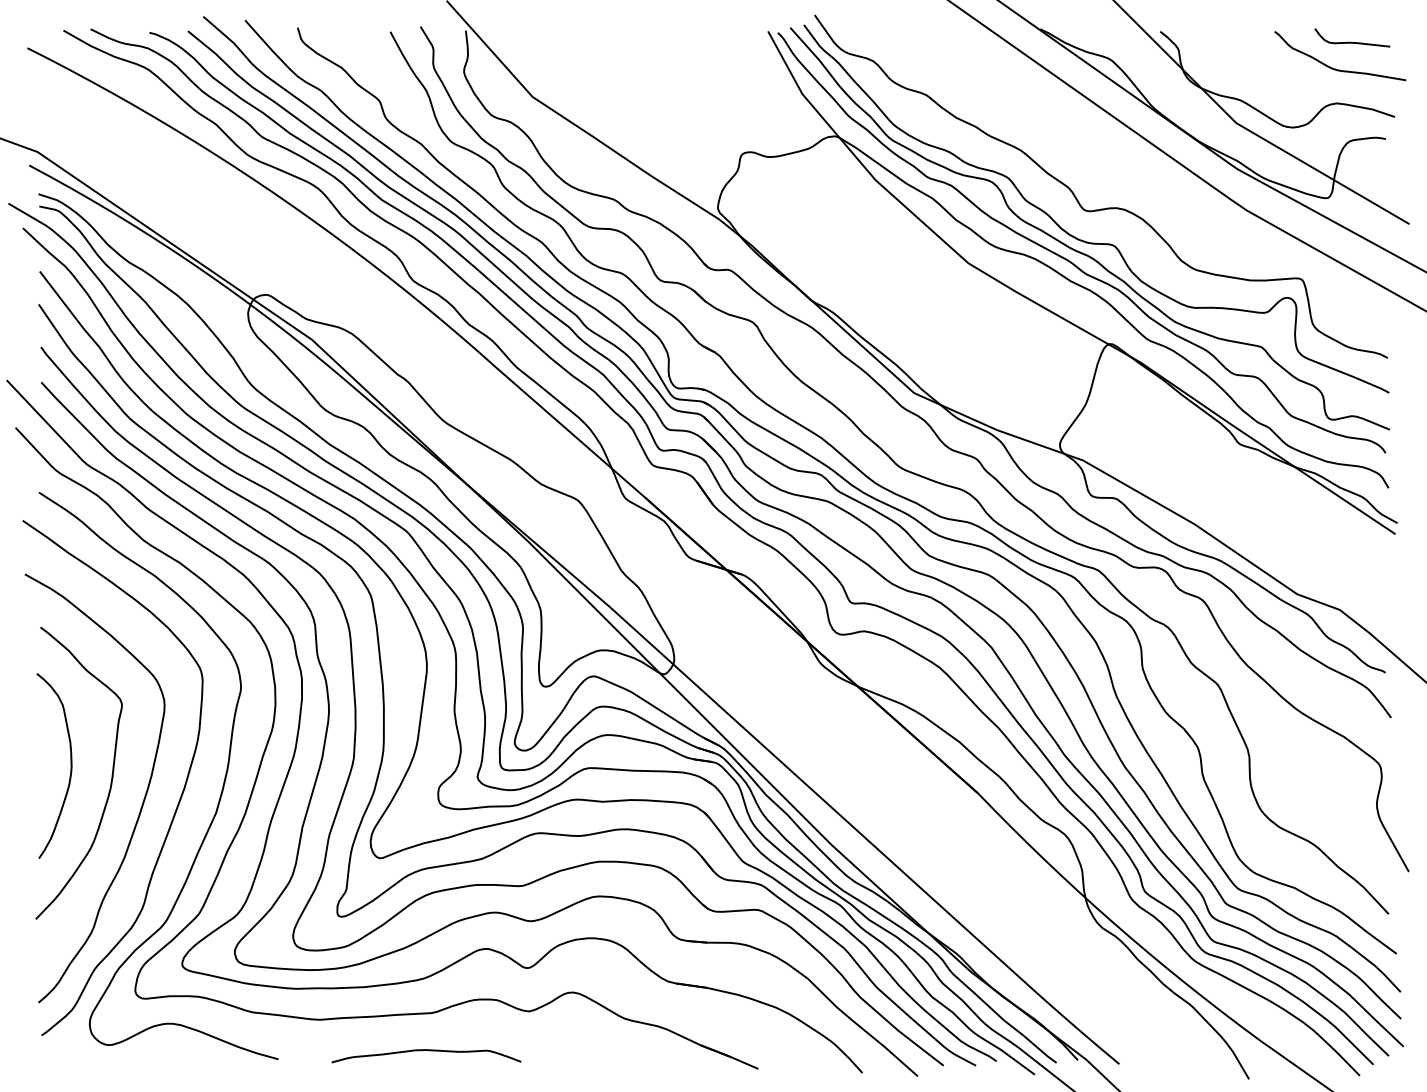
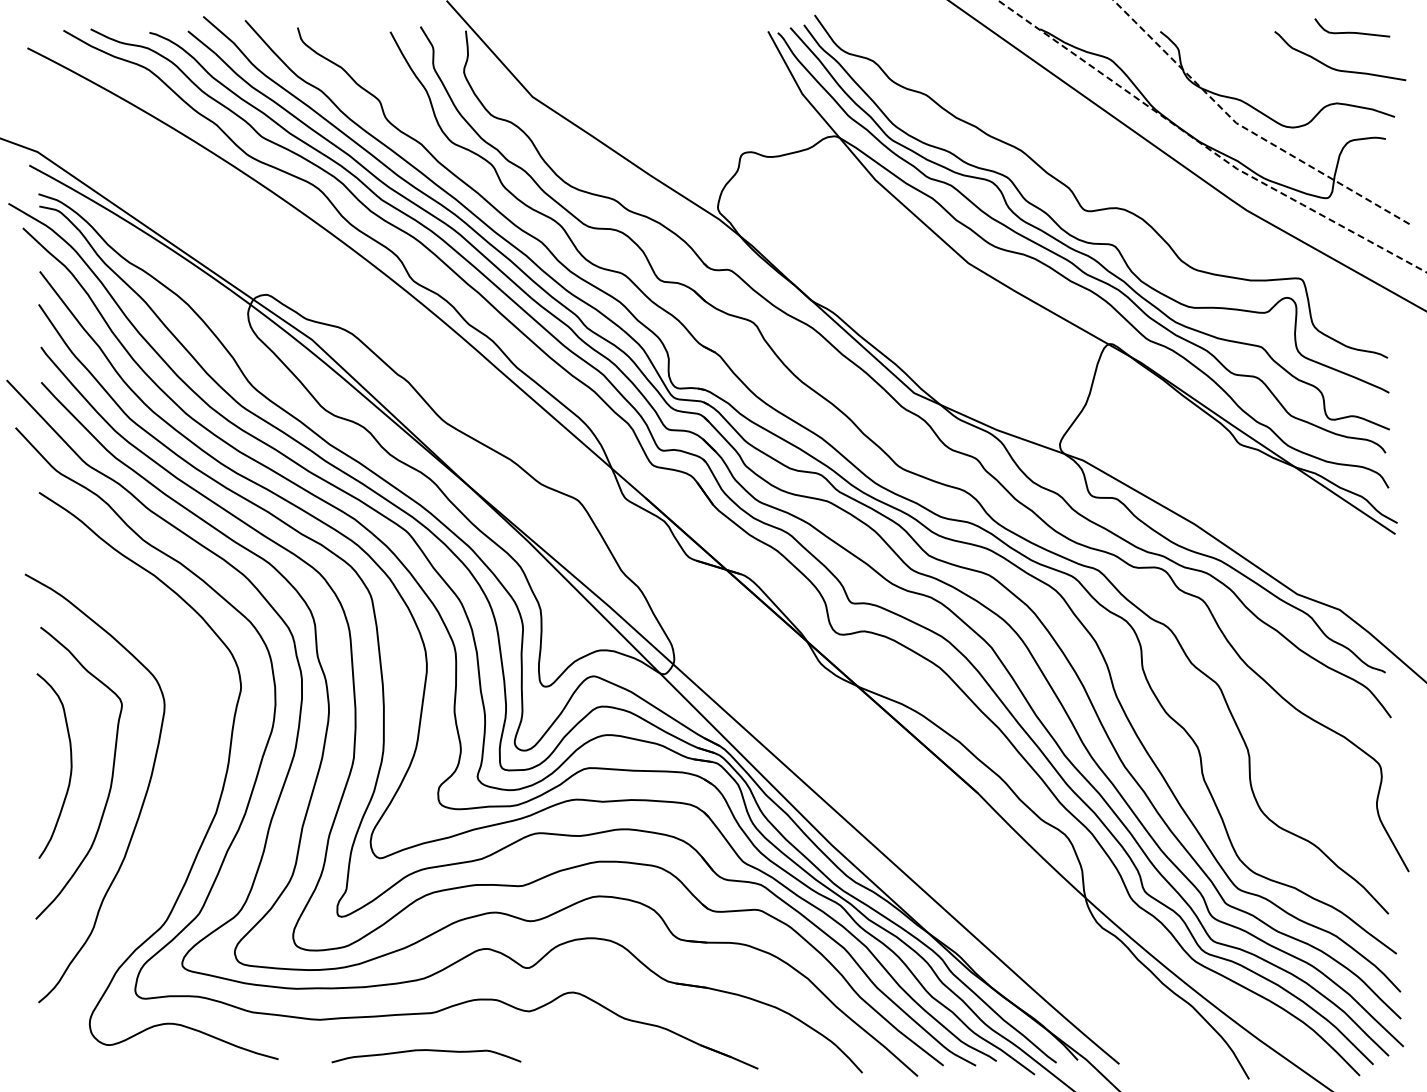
curve at (1350, 41) position: (1350, 41) -> (1350, 31)
line at (1247, 129): solid -> dashed
line at (1206, 147): solid -> dashed
curve at (177, 803): present -> none
